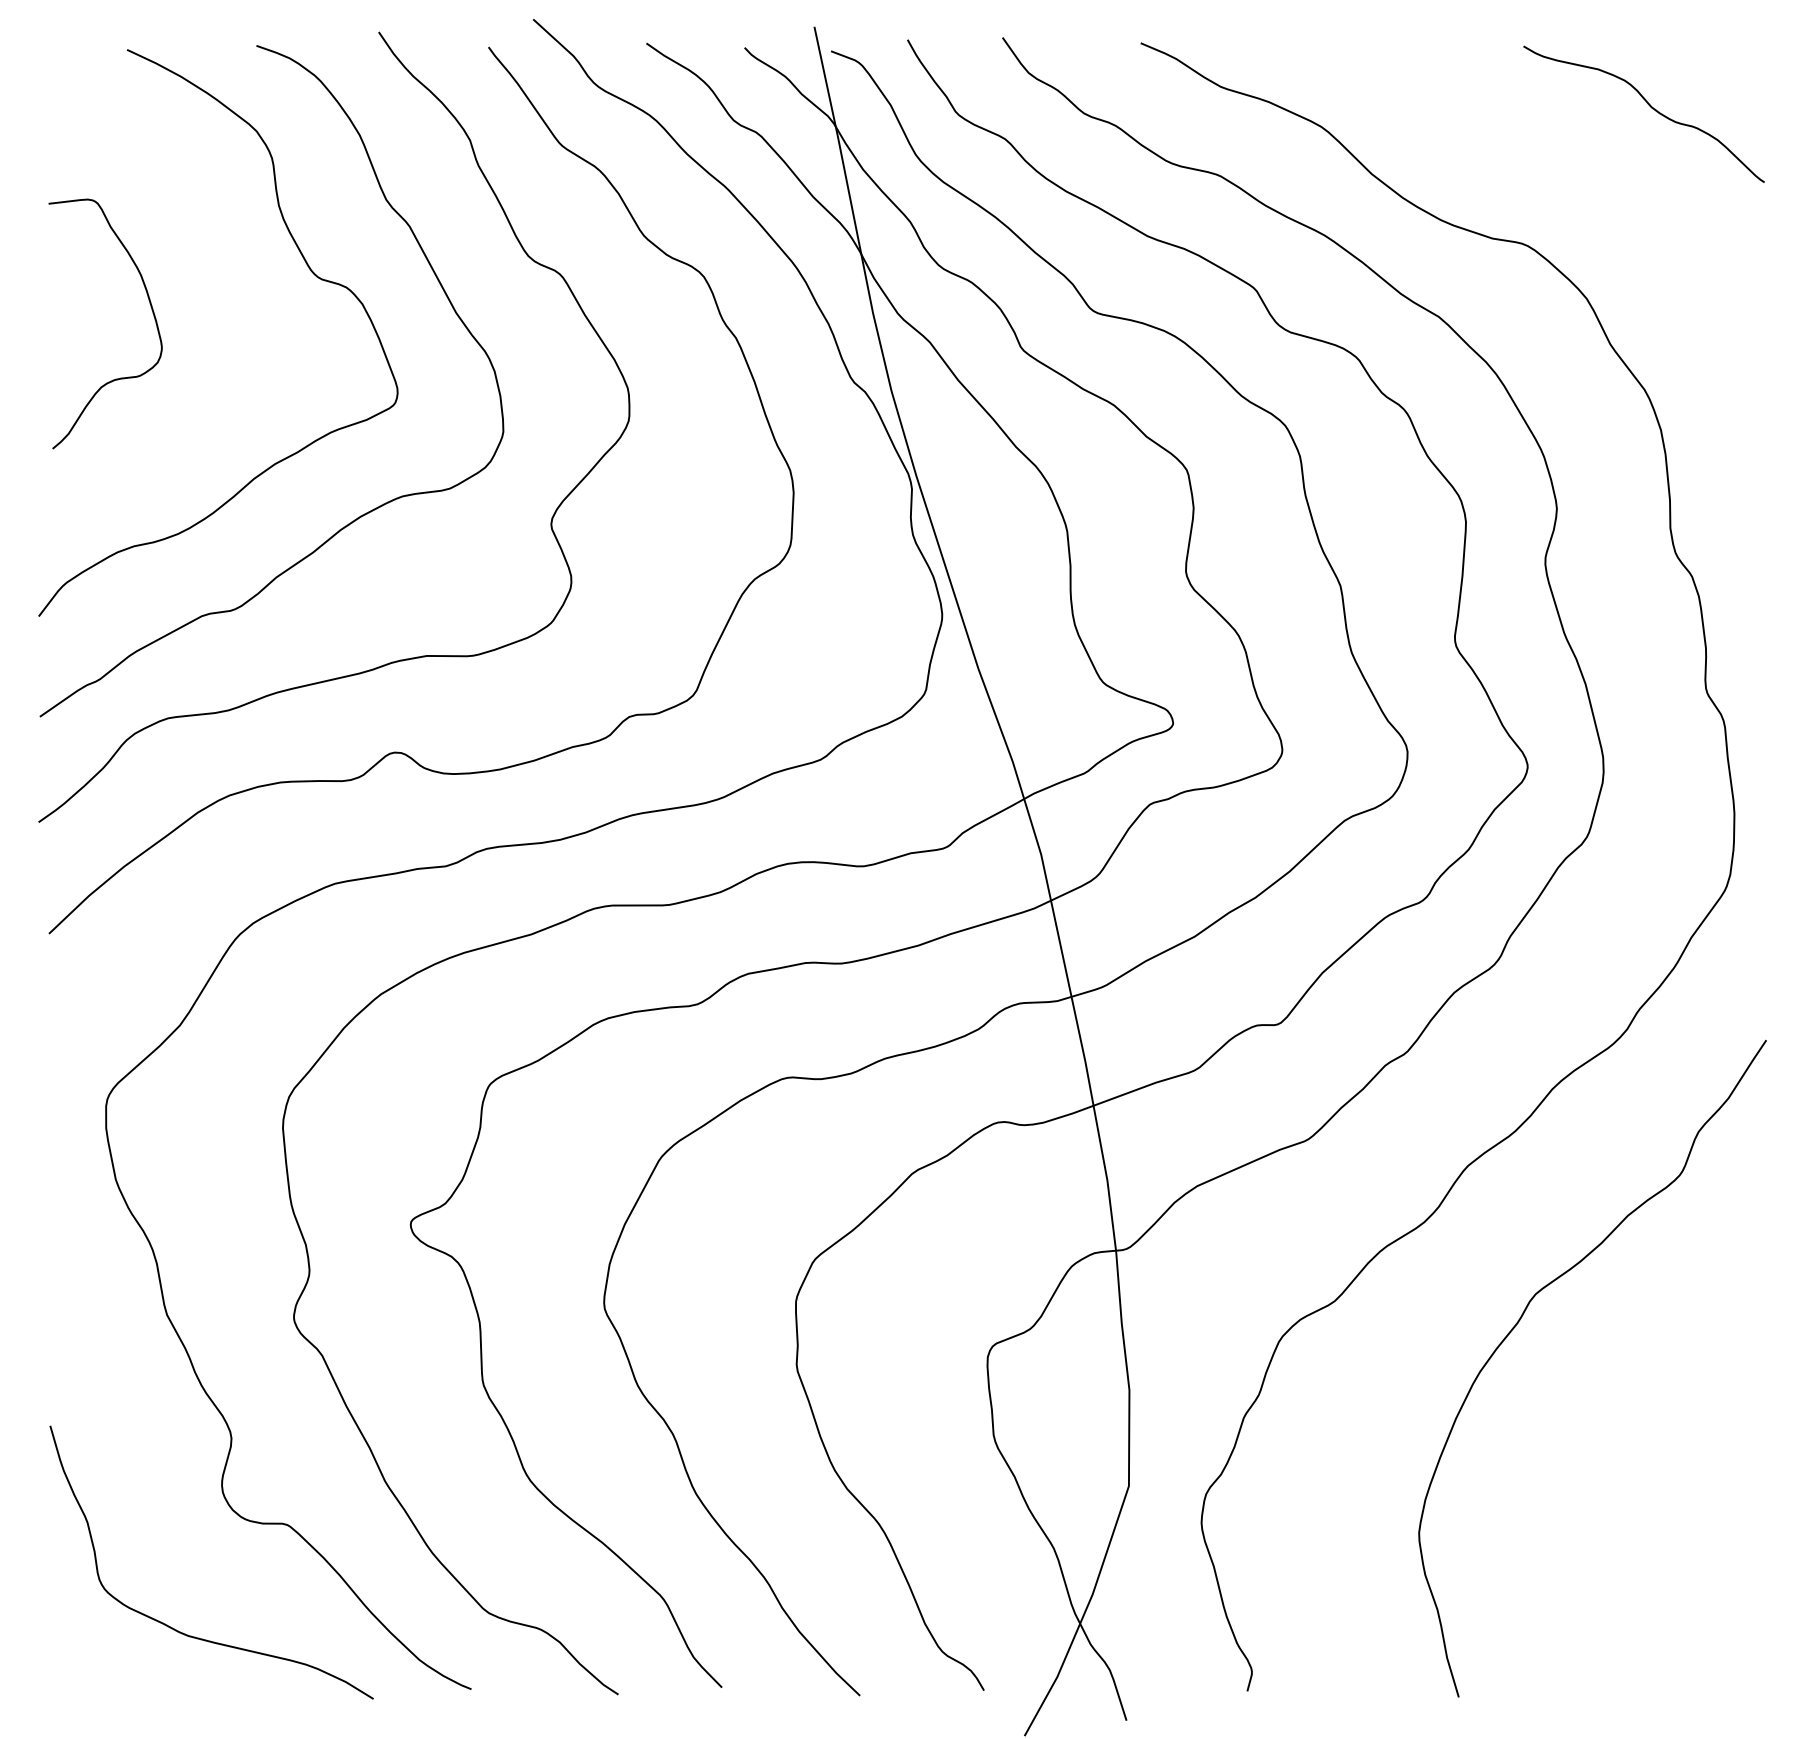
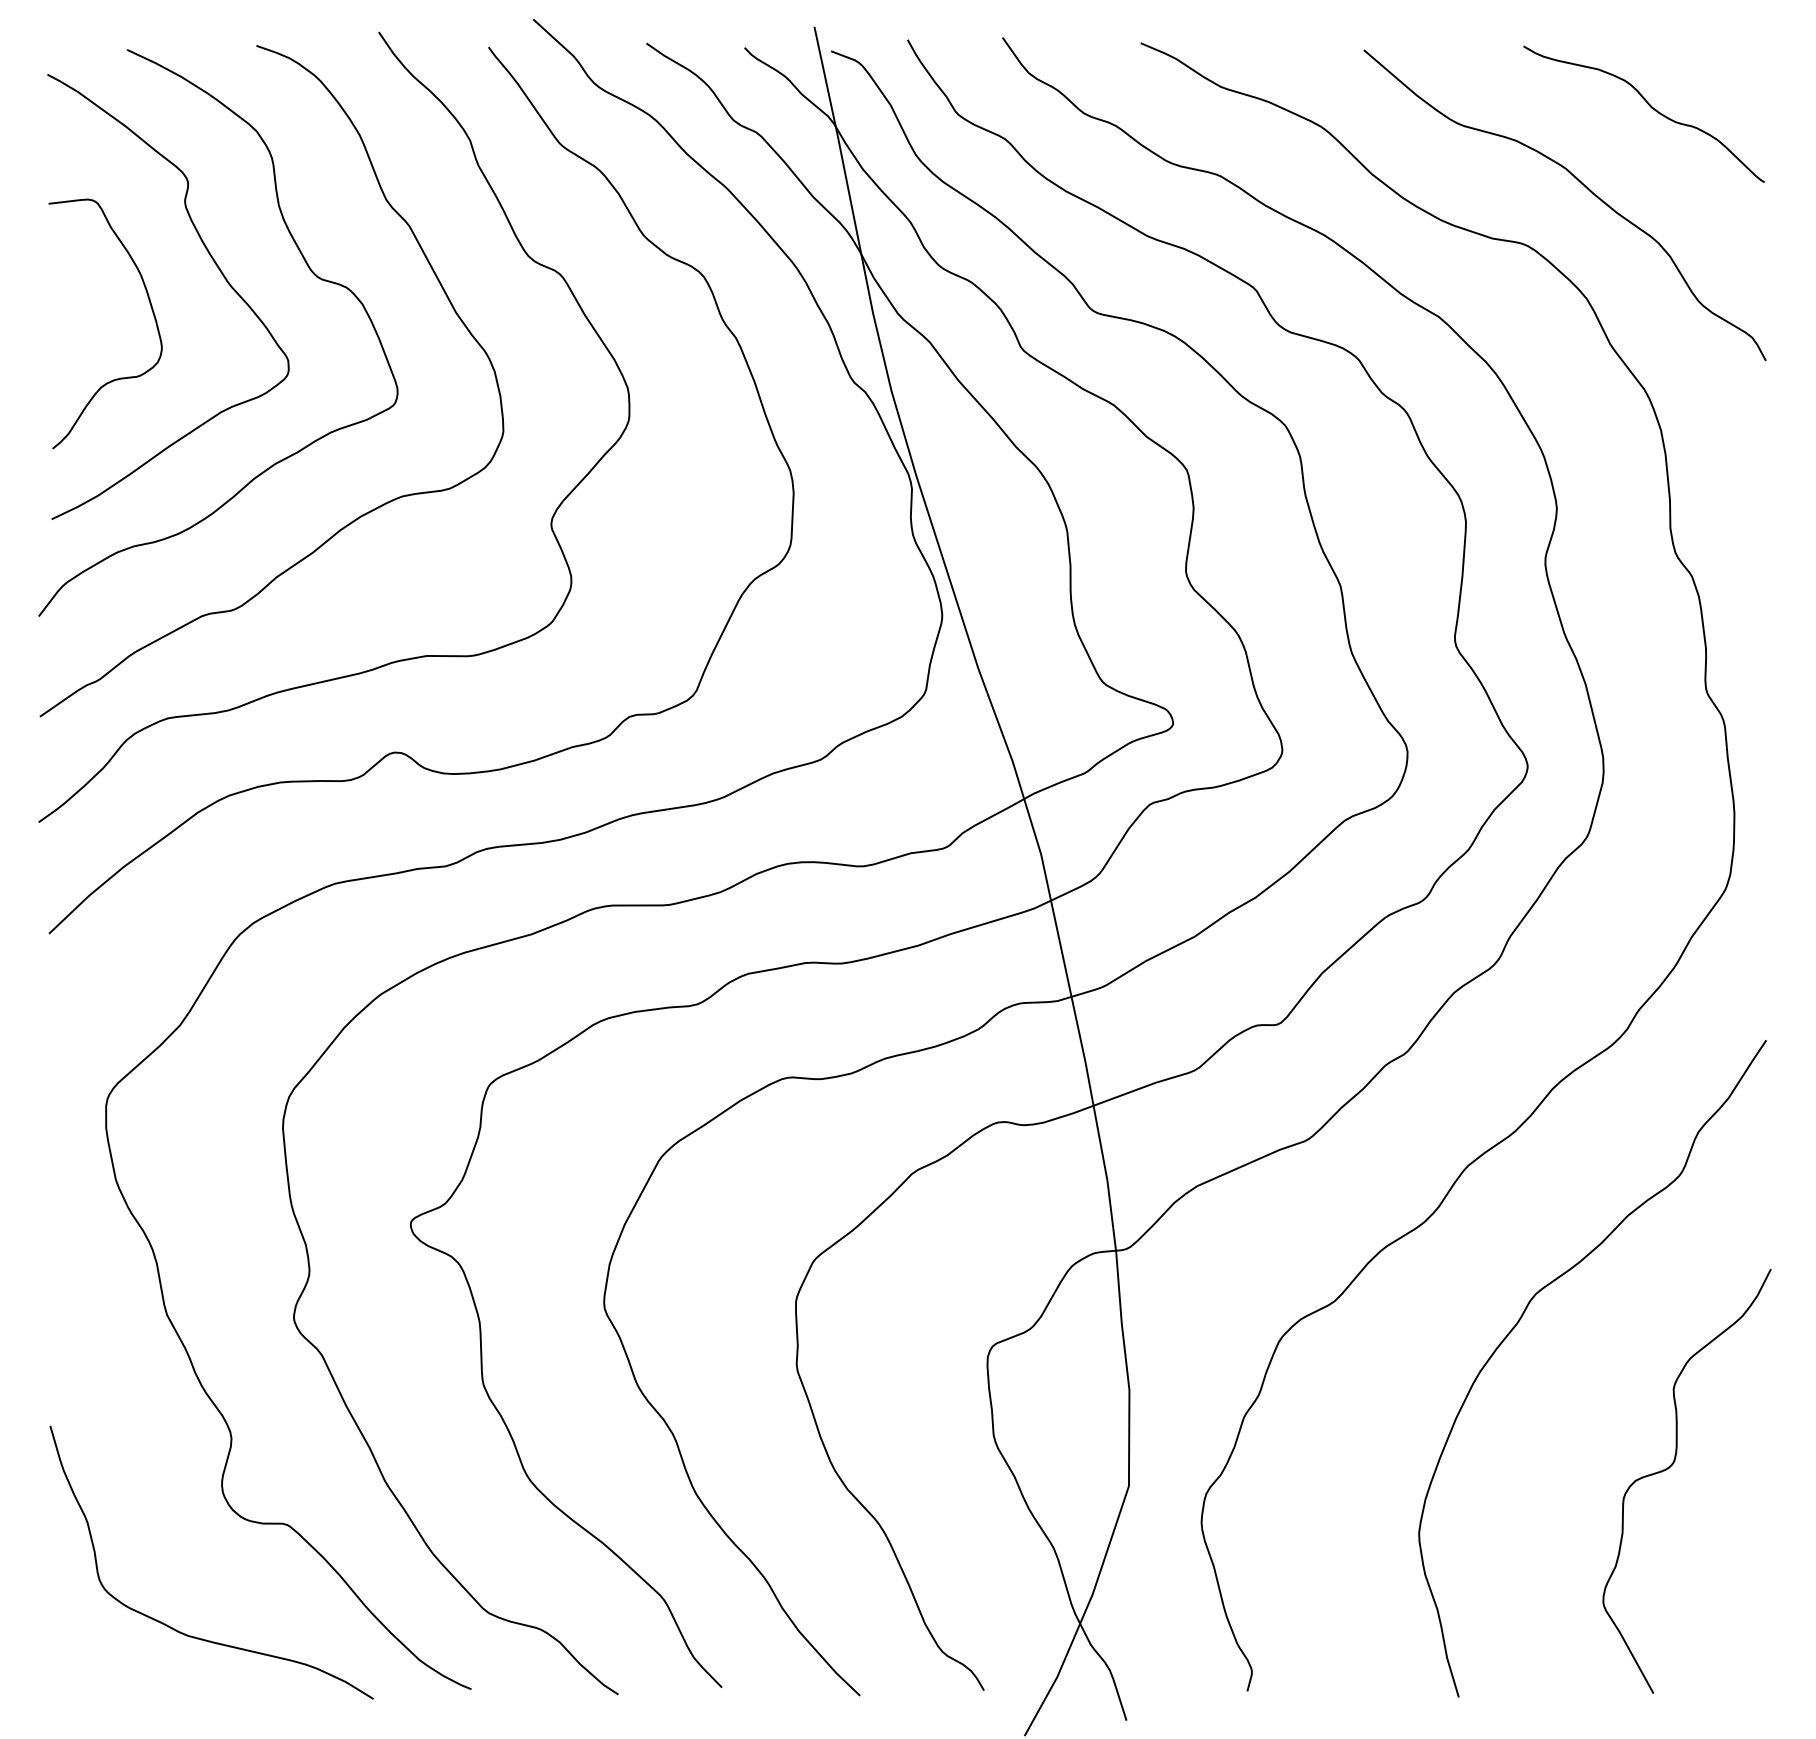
curve at (1581, 184): none -> present
curve at (216, 266): none -> present
curve at (1672, 1465): none -> present
